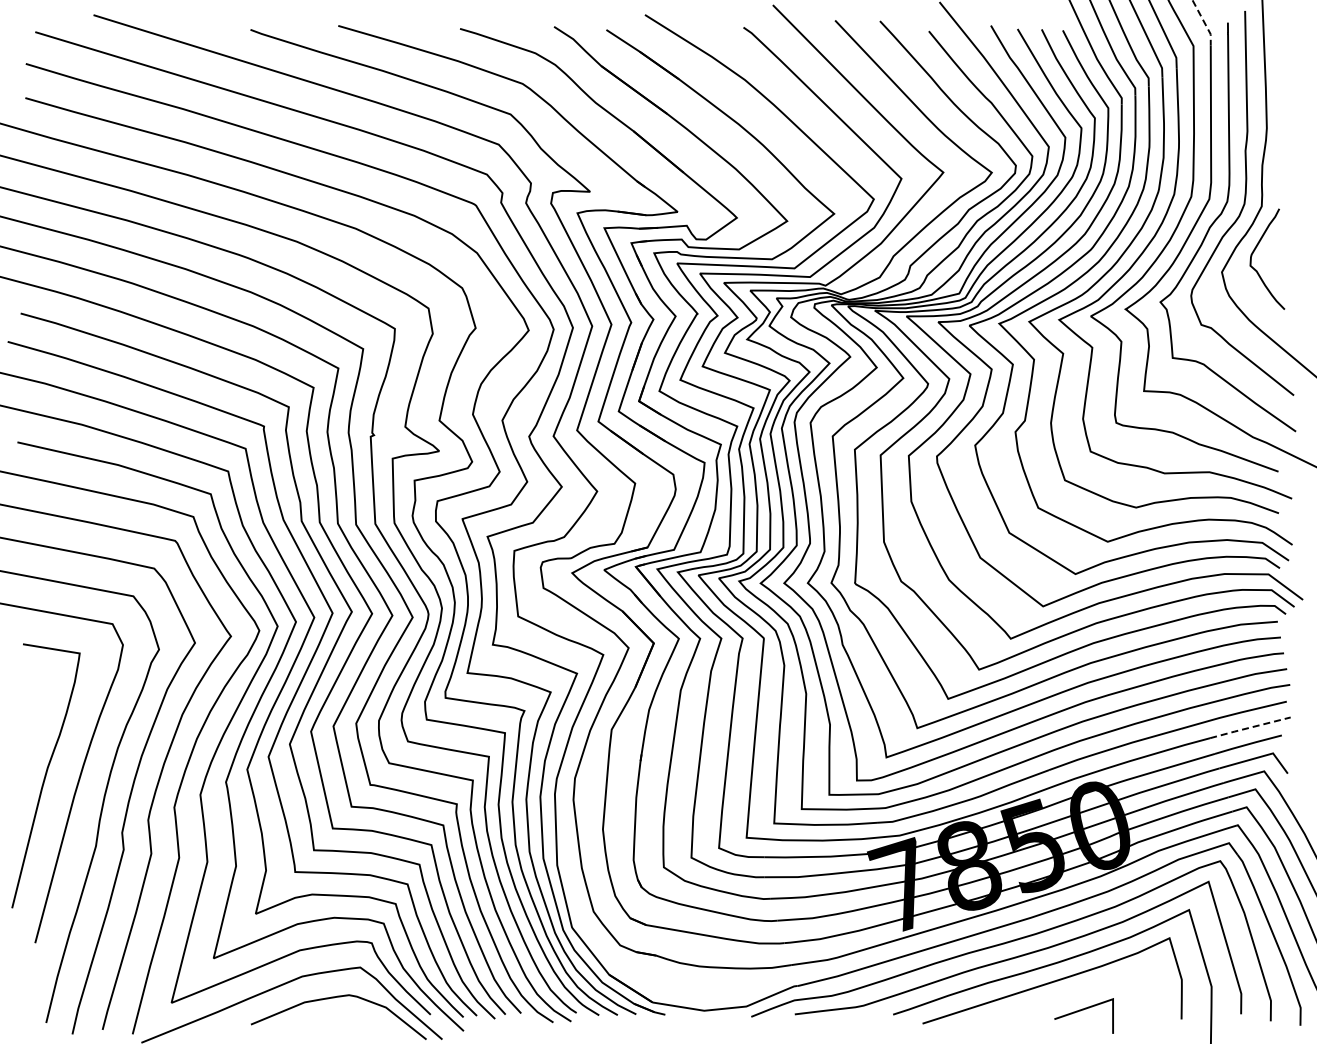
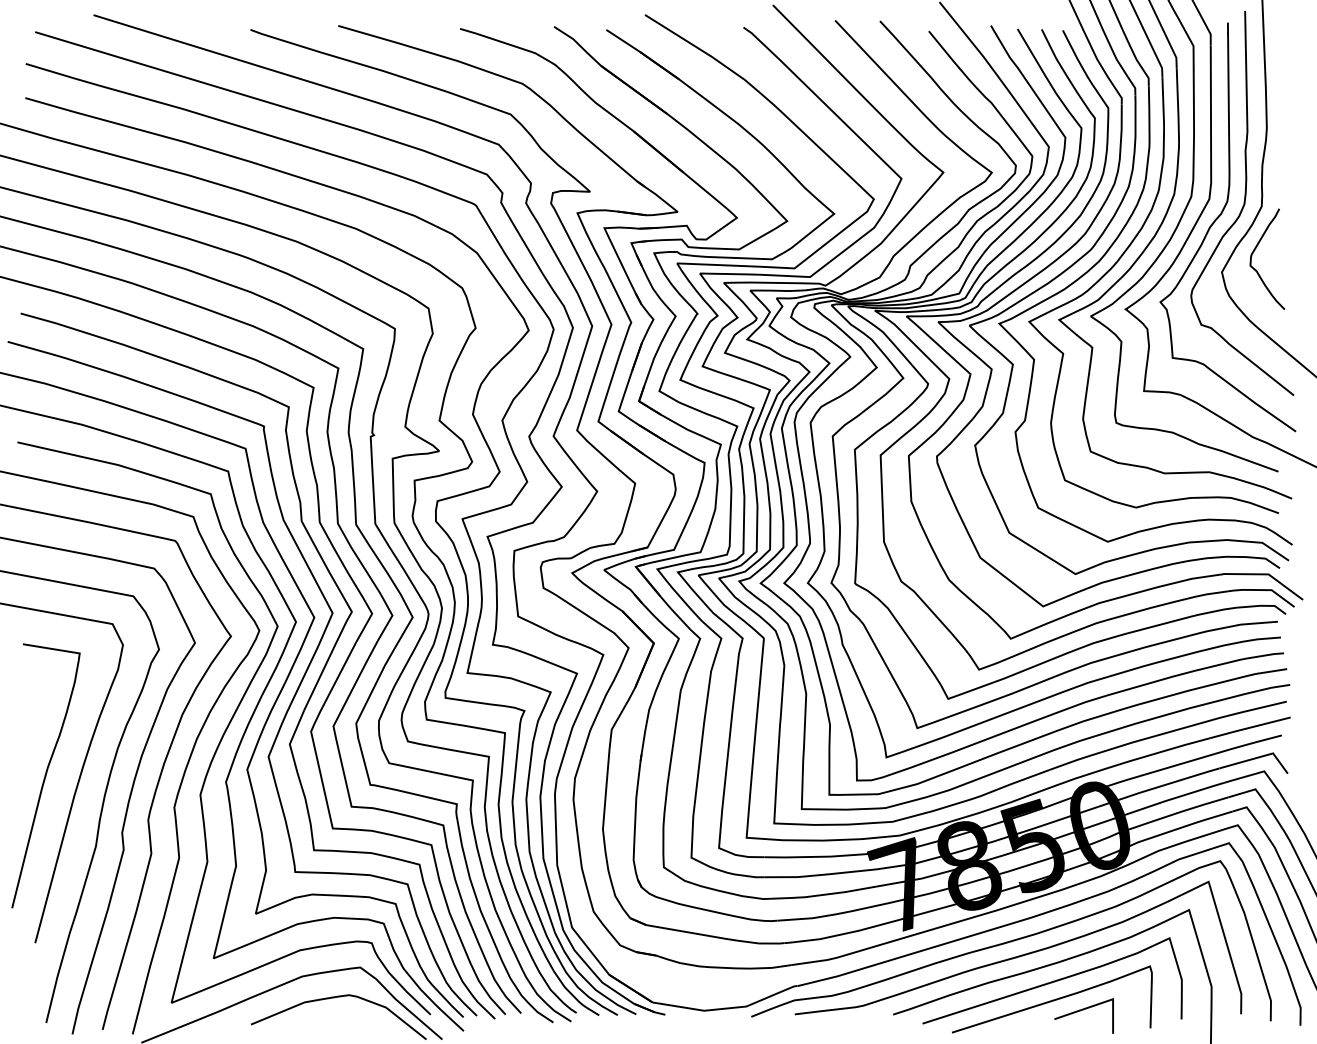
line at (1204, 22): dashed -> solid
line at (1250, 727): dashed -> solid
curve at (1052, 999): none -> present
